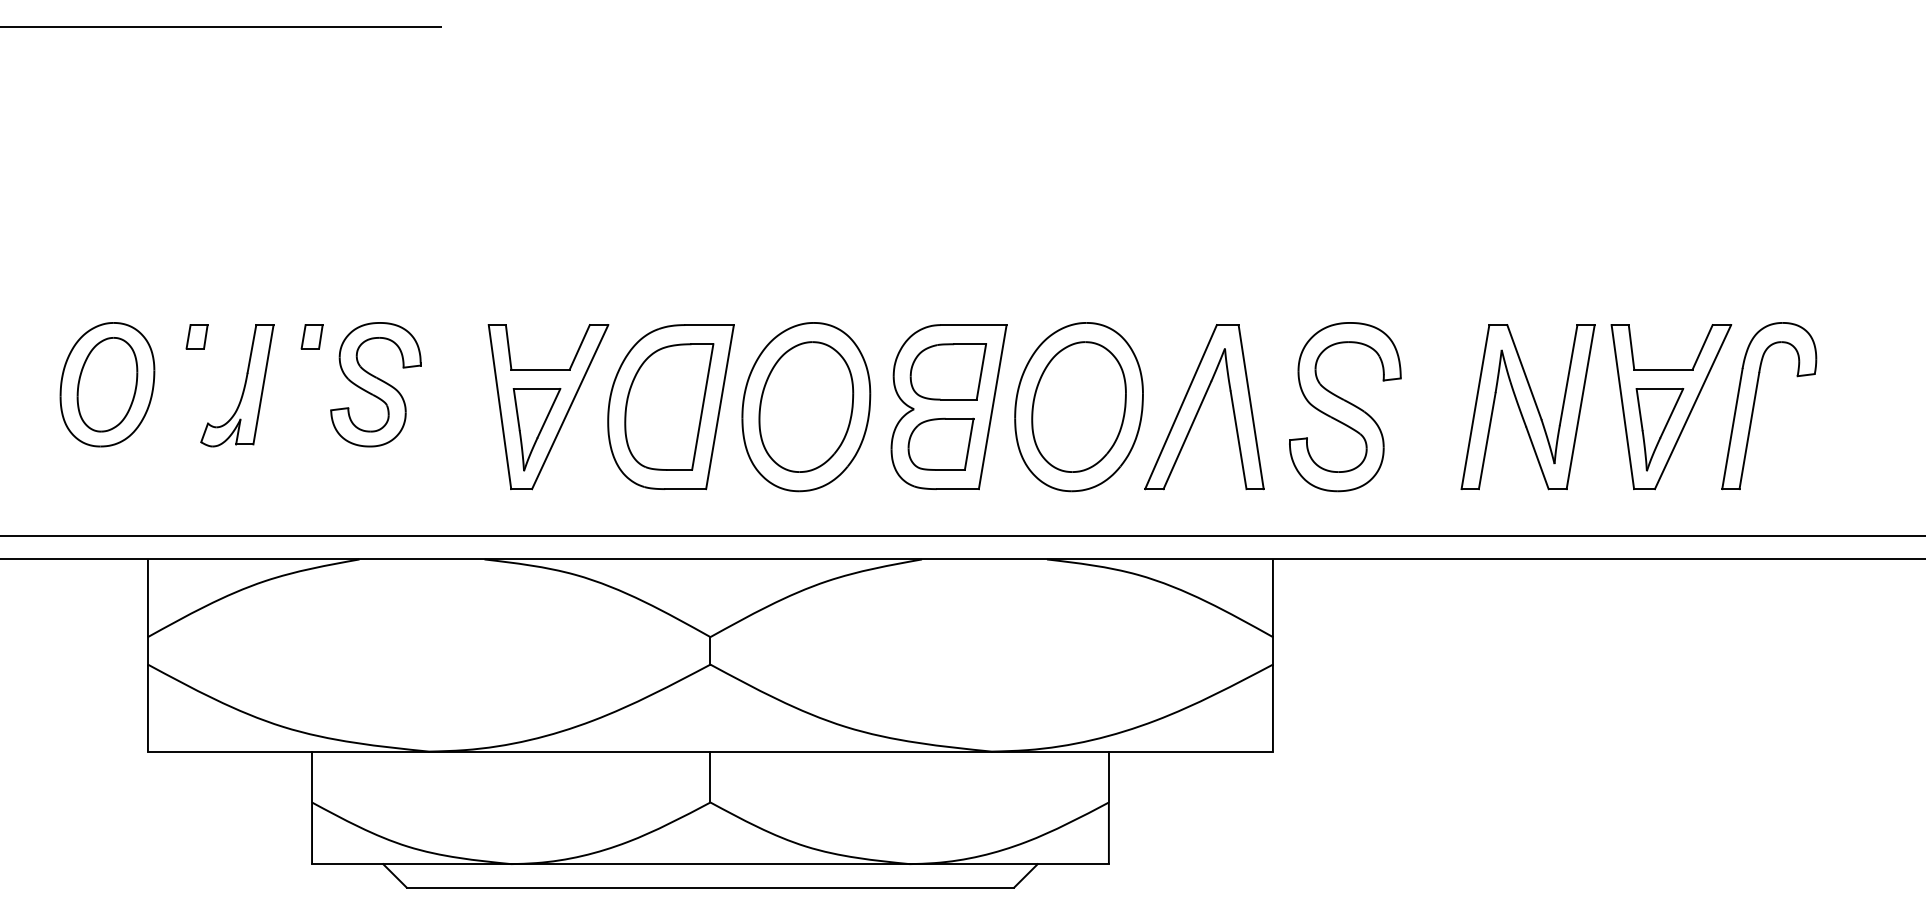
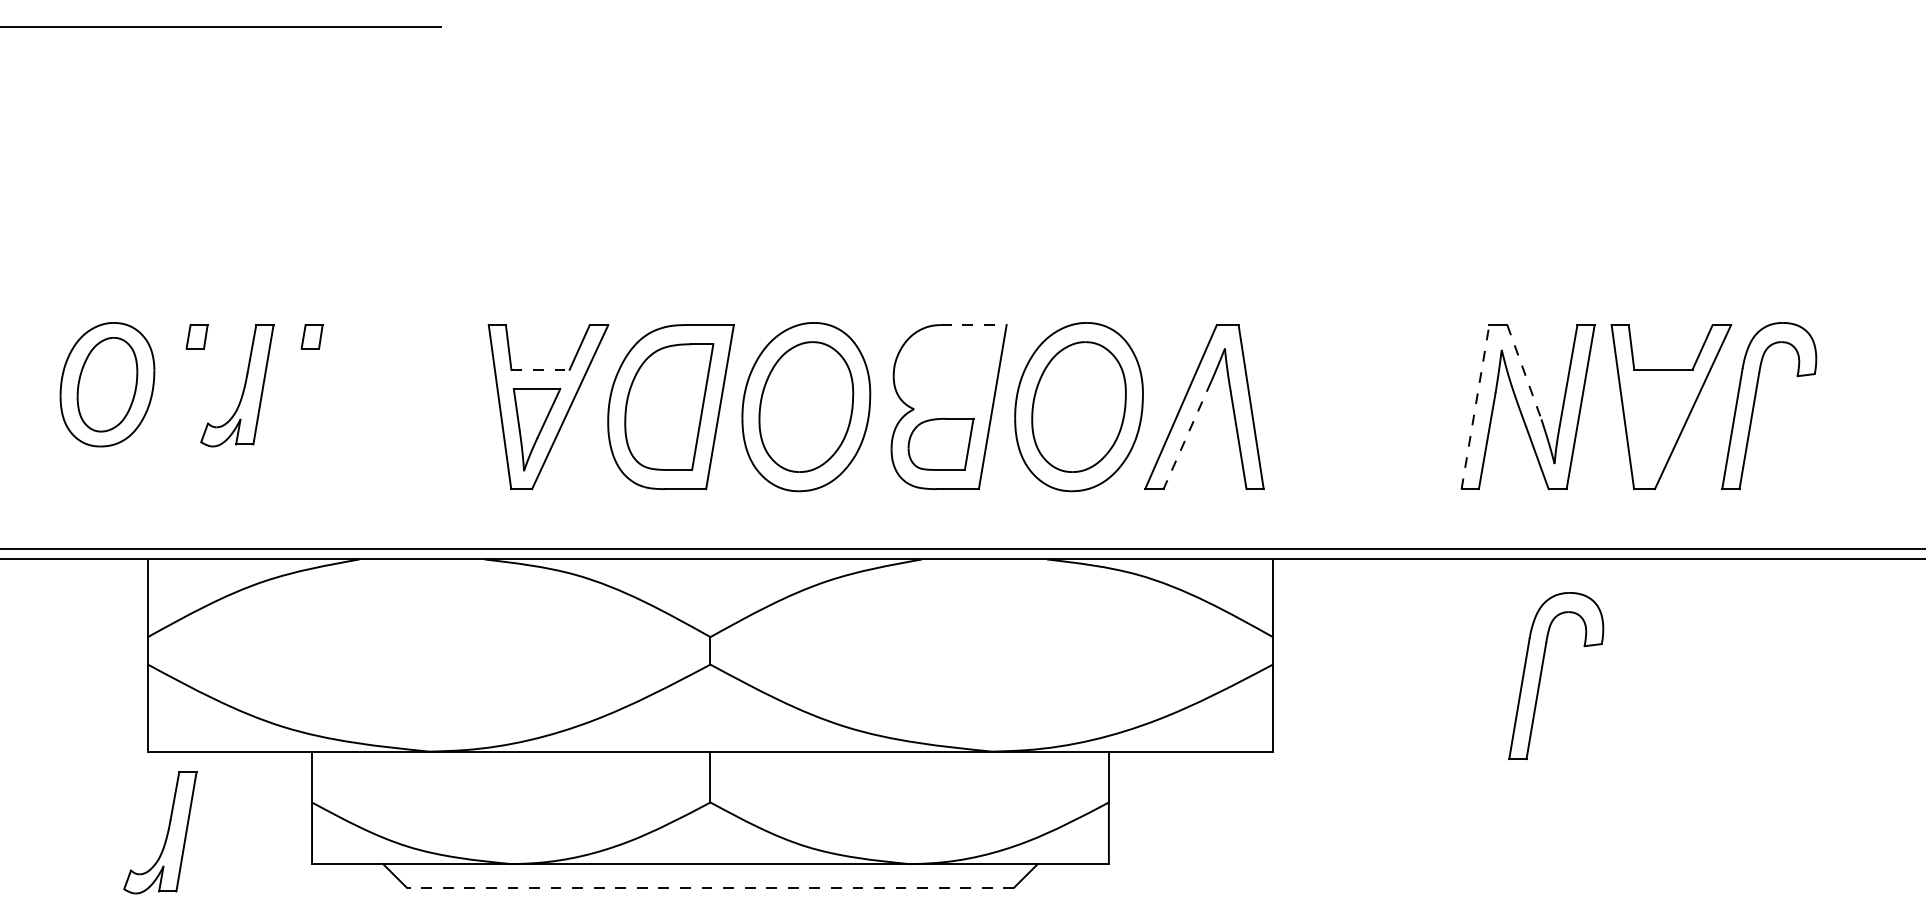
line at (973, 325): solid -> dashed
line at (541, 369): solid -> dashed
part at (947, 371): present -> none
line at (1524, 372): solid -> dashed
part at (375, 384): present -> none
line at (1475, 406): solid -> dashed
part at (1345, 407): present -> none
part at (1659, 429): present -> none
line at (1187, 435): solid -> dashed
line at (962, 536) position: (962, 536) -> (962, 549)
part at (1542, 672): none -> present
part at (166, 833): none -> present
line at (710, 887): solid -> dashed
